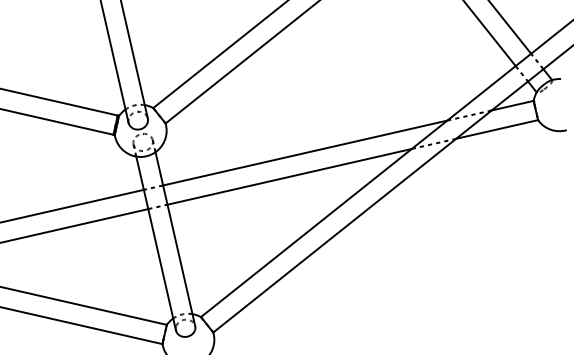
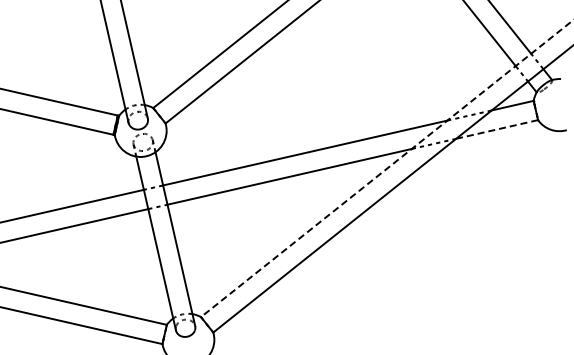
line at (497, 129): solid -> dashed
line at (387, 168): solid -> dashed
